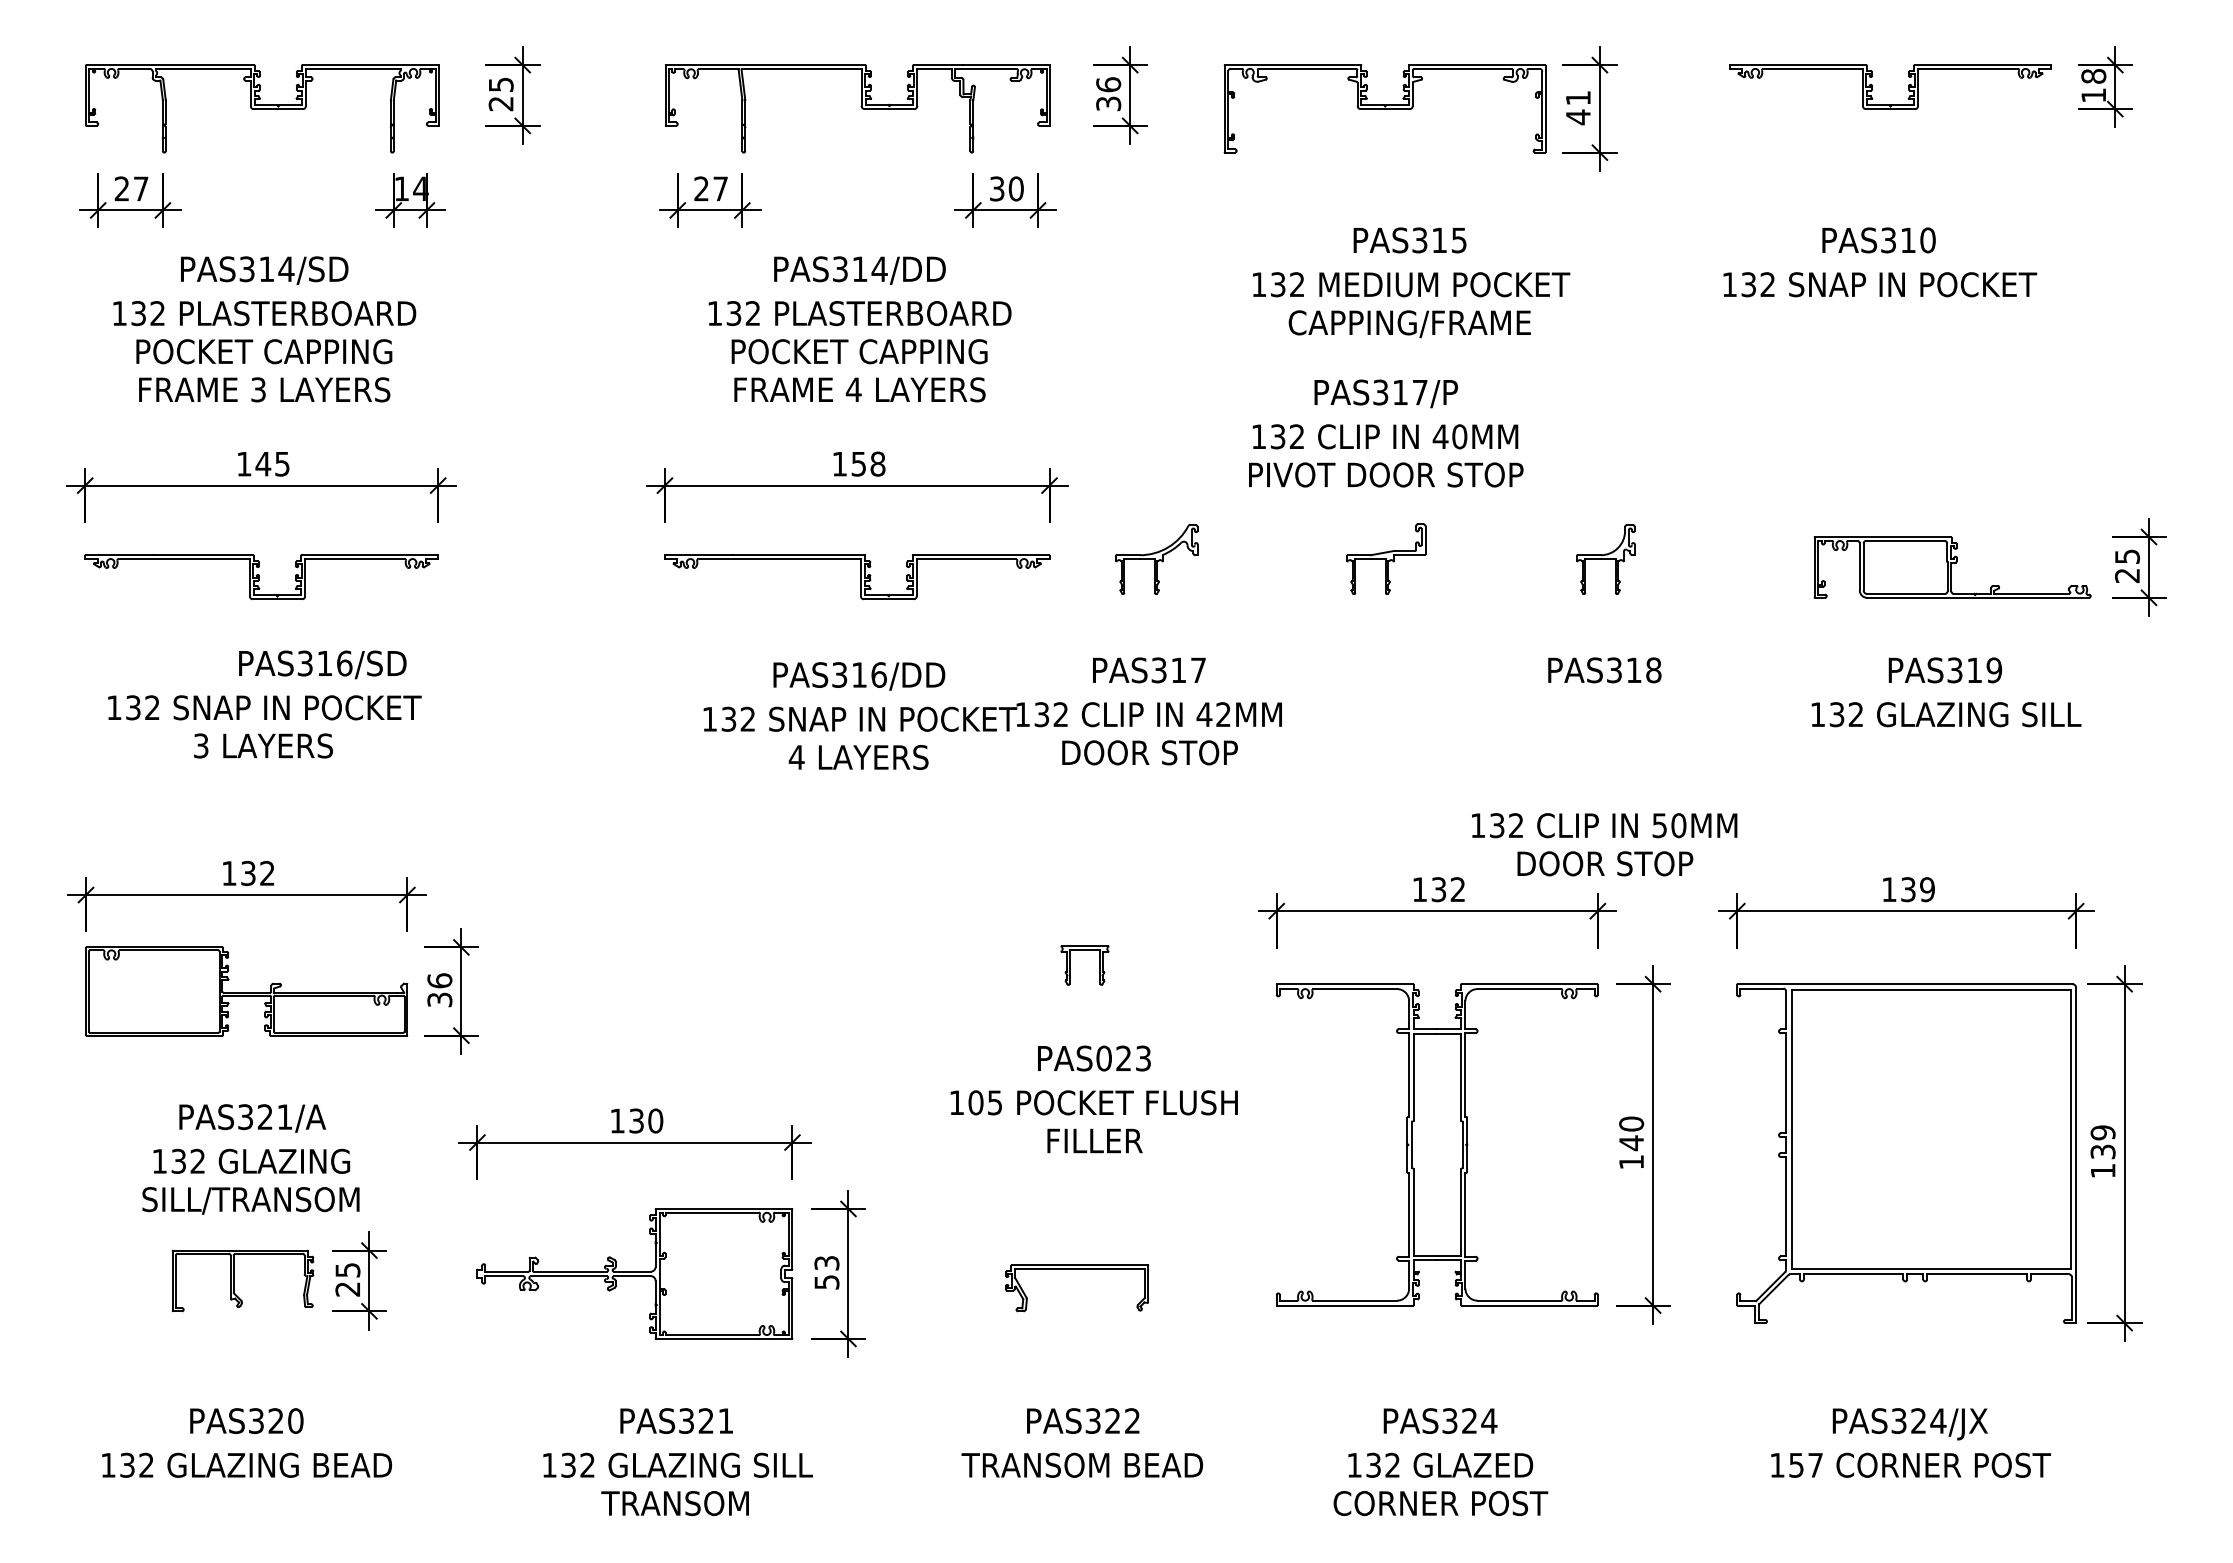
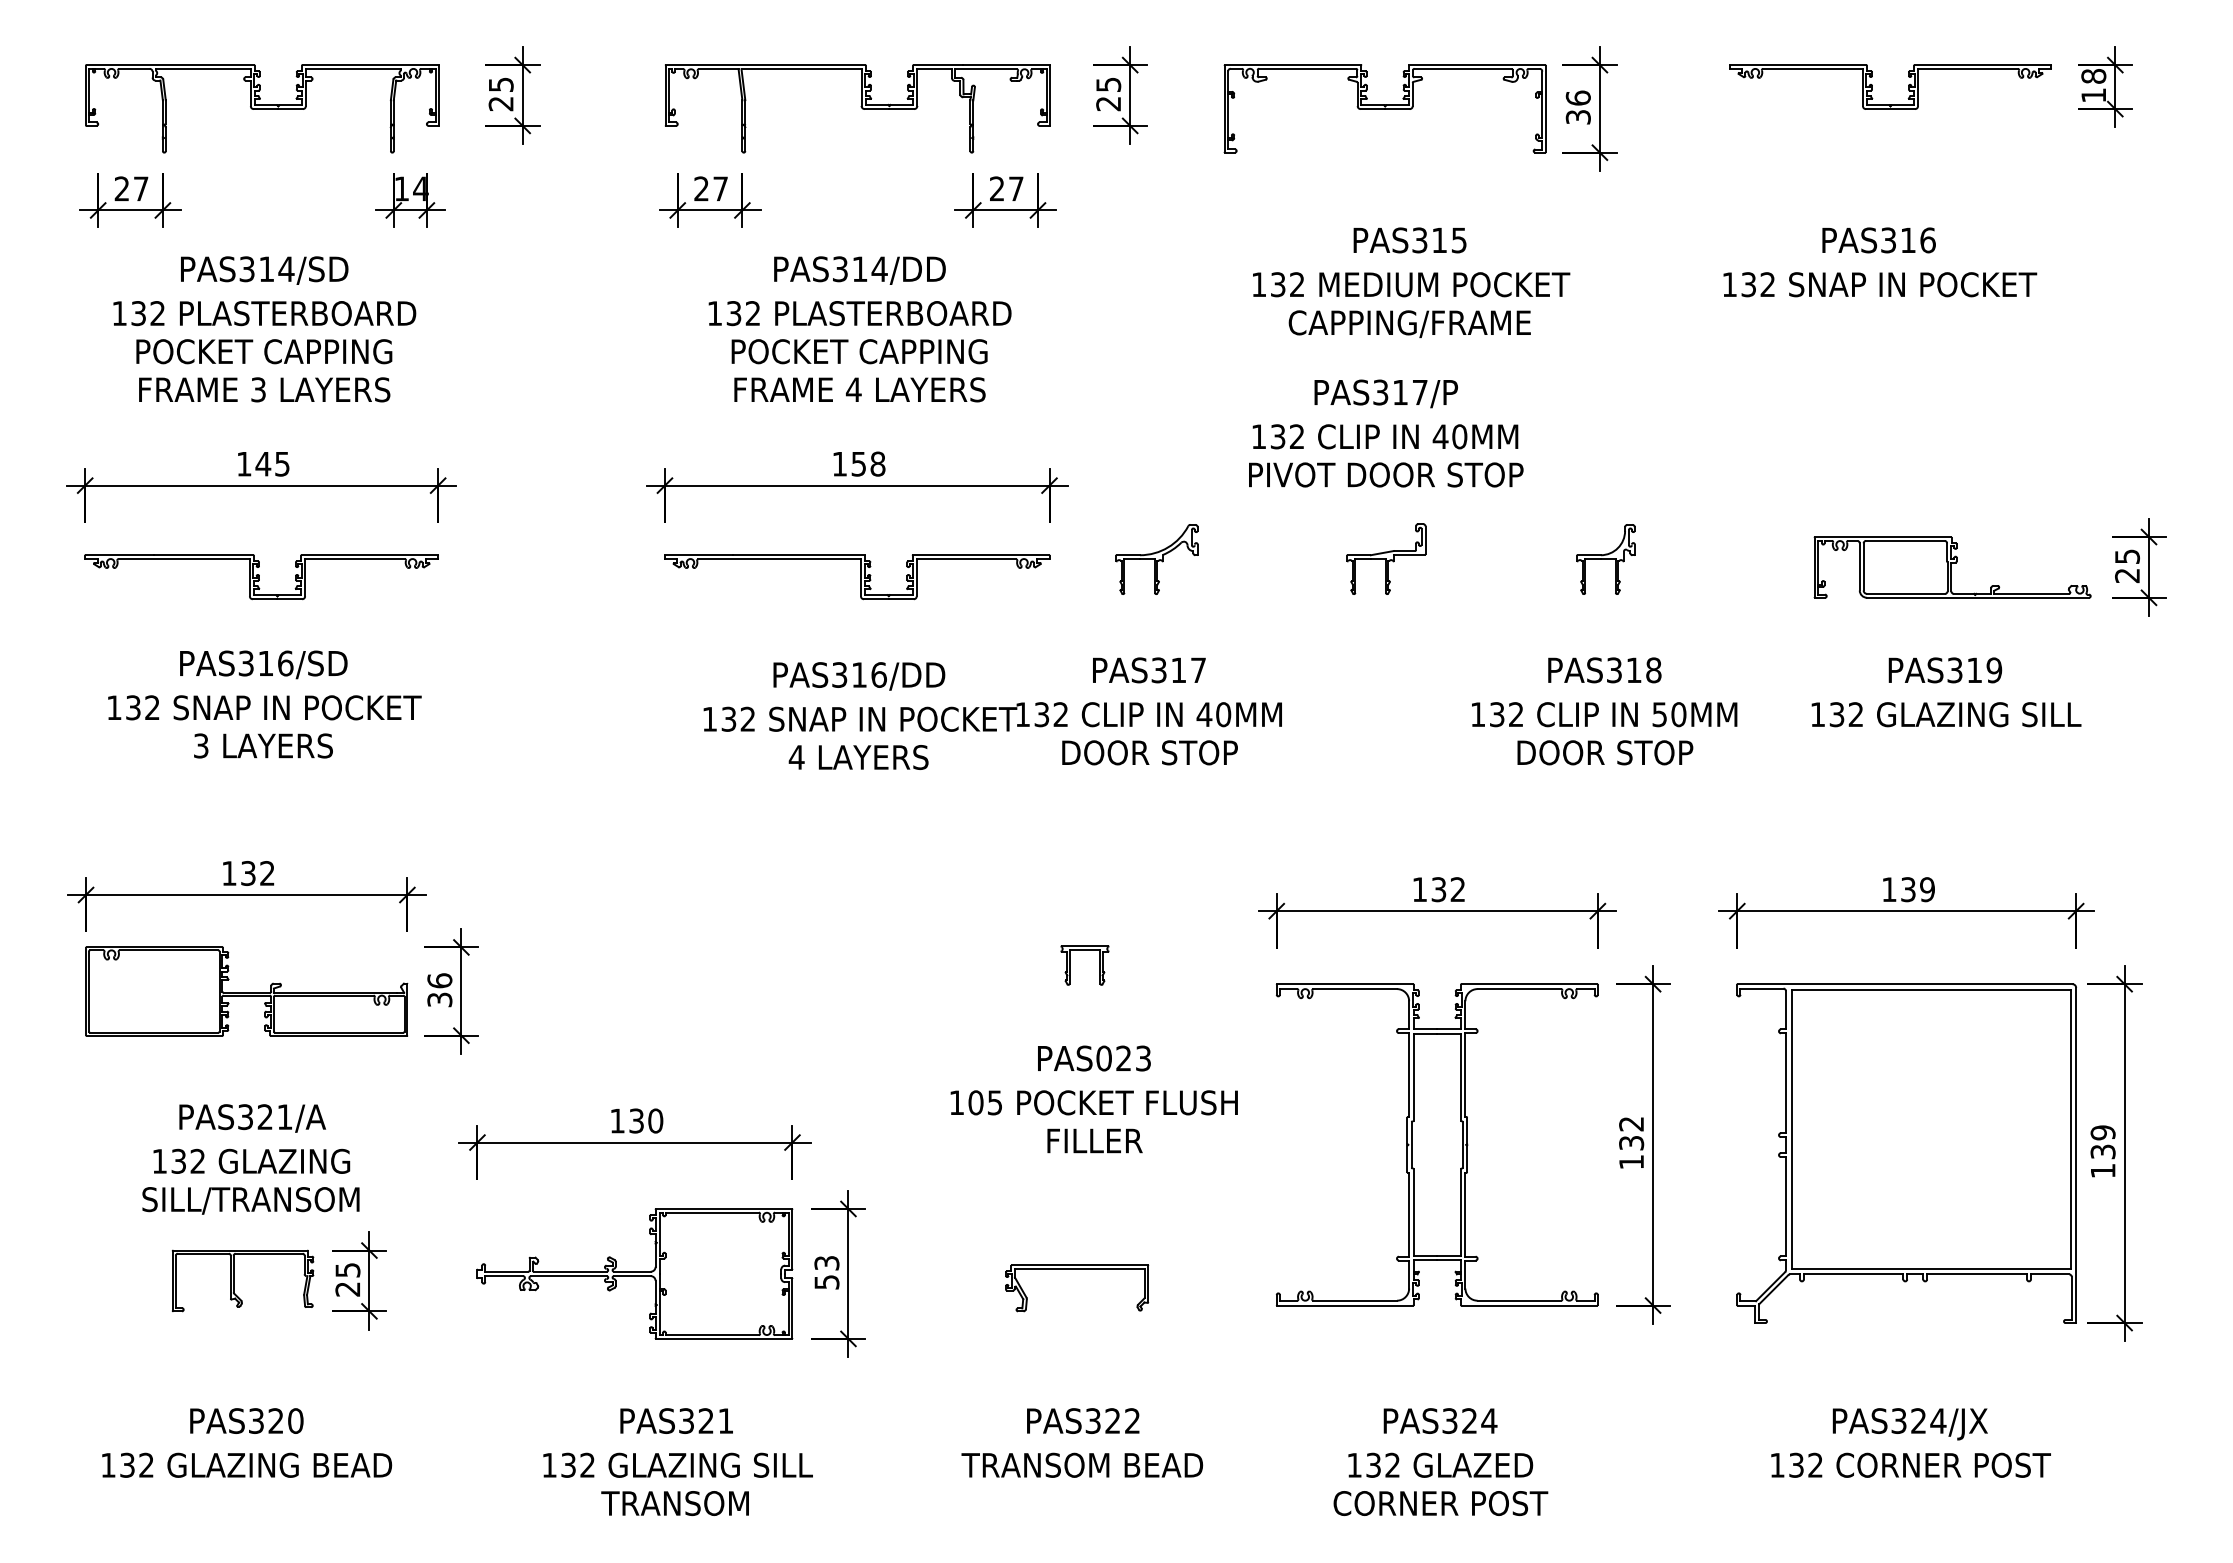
text at (1108, 94): 36 -> 25
text at (1577, 107): 41 -> 36
text at (1006, 188): 30 -> 27
text at (1927, 240): PAS310 -> PAS316
text at (322, 664) position: (322, 664) -> (263, 664)
text at (1223, 714): 42MM -> 40MM
text at (1604, 844) position: (1604, 844) -> (1604, 733)
text at (1631, 1133): 140 -> 132
text at (1806, 1464): 157 -> 132
